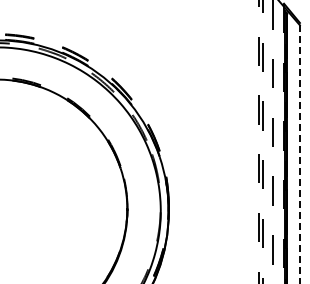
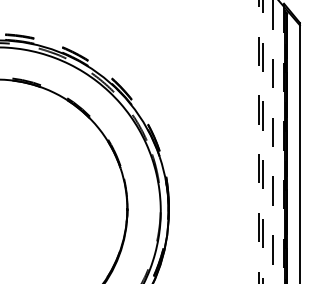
line at (299, 152): dashed -> solid
